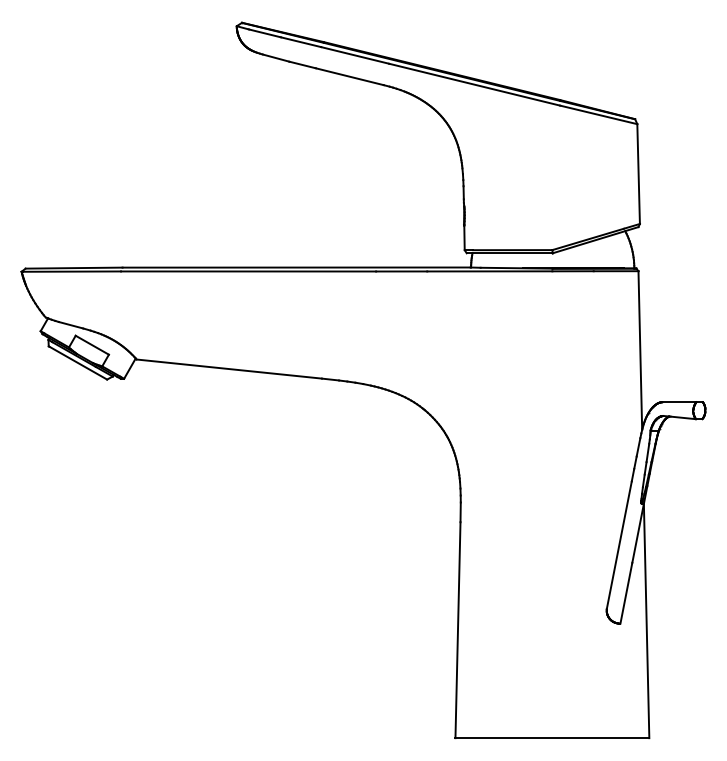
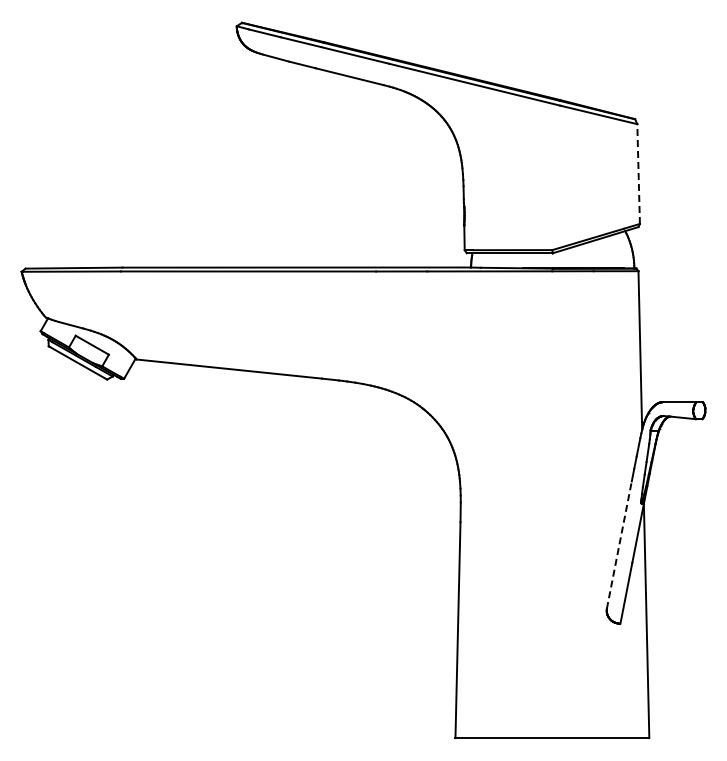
line at (638, 174): solid -> dashed
line at (619, 544): solid -> dashed
